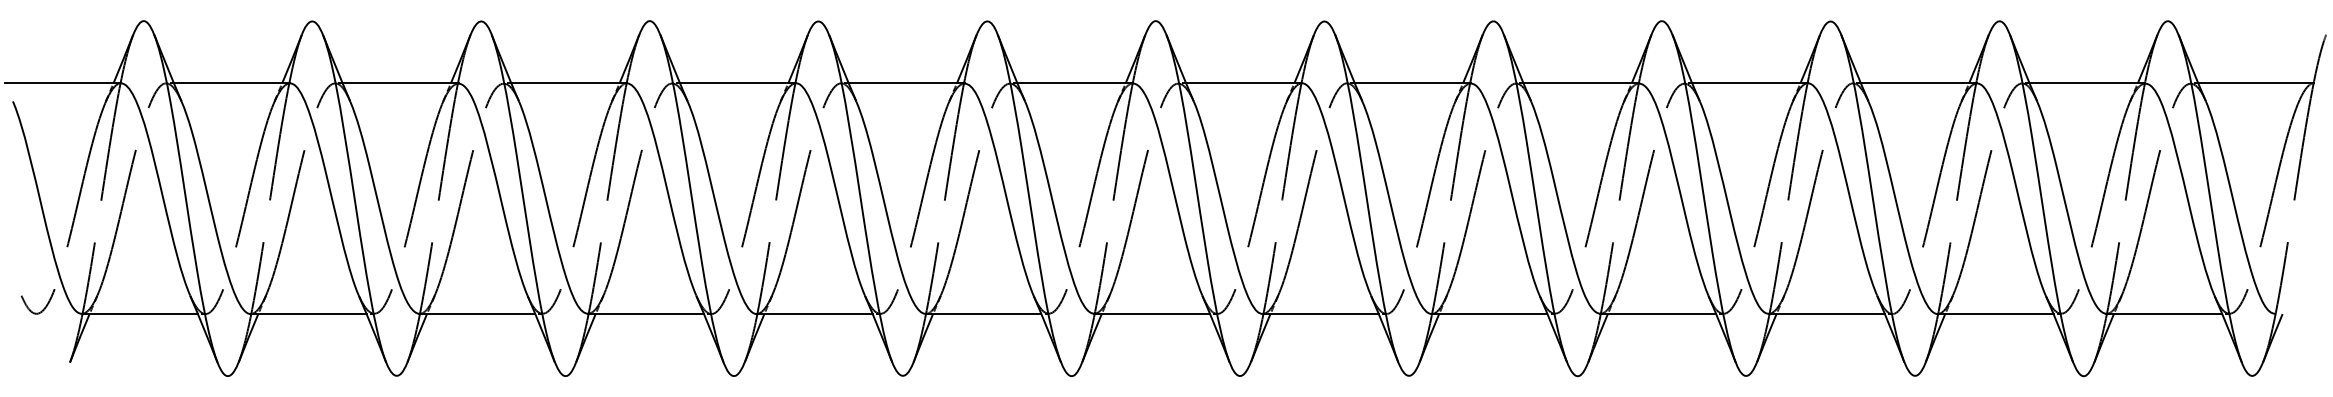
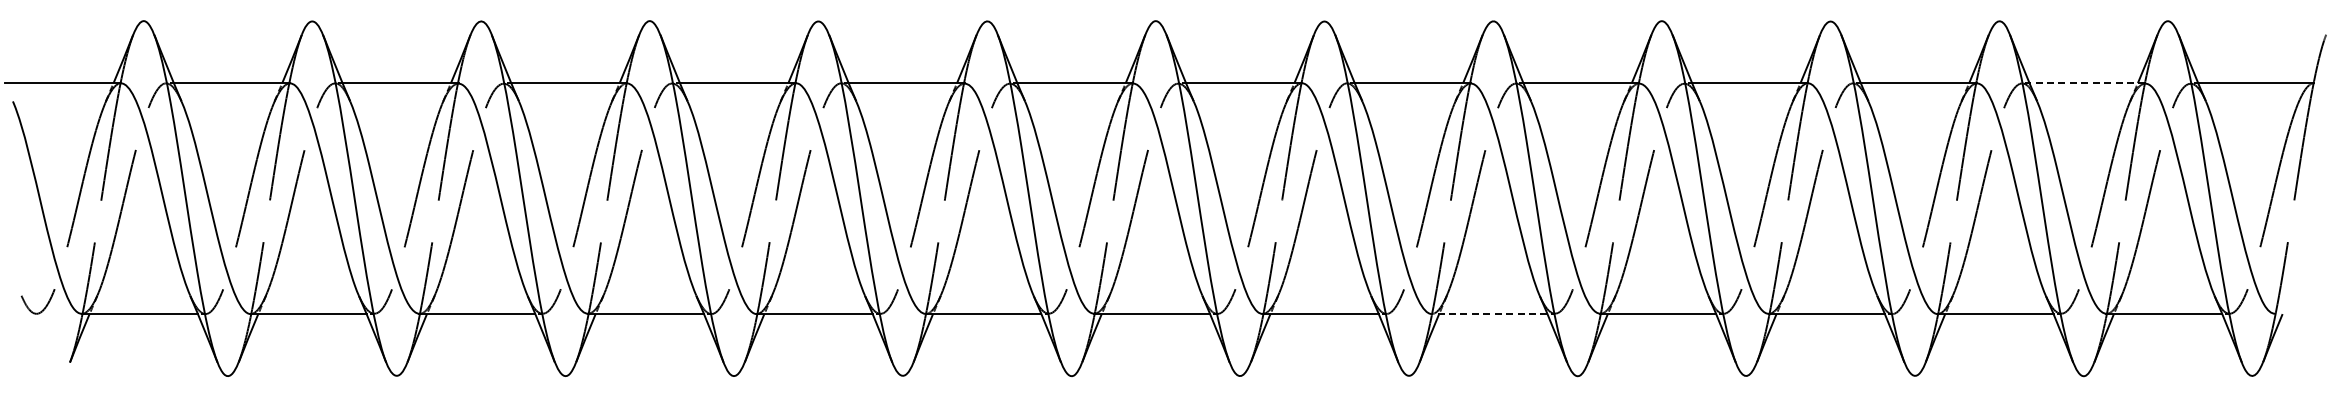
line at (2087, 83): solid -> dashed
line at (1489, 314): solid -> dashed
